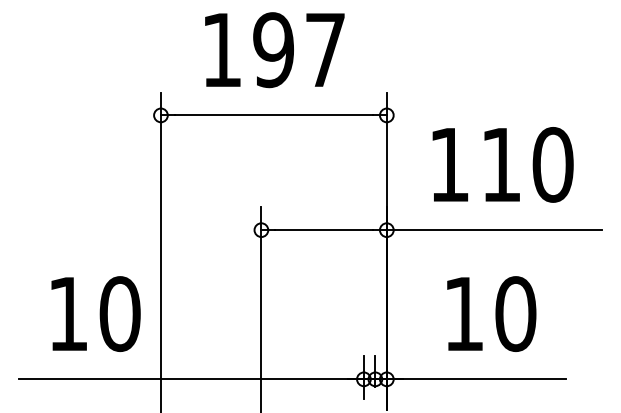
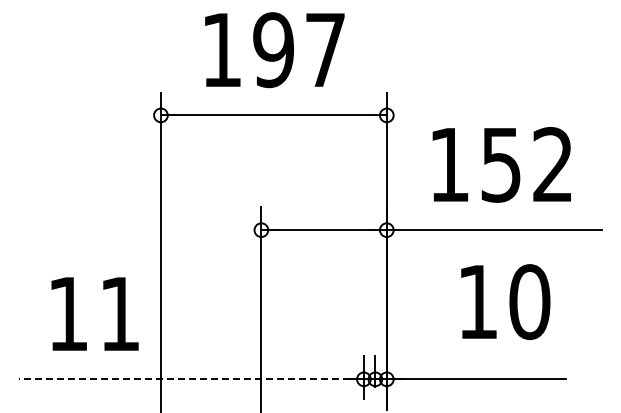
text at (527, 164): 110 -> 152
text at (491, 313) position: (491, 313) -> (505, 301)
text at (119, 314): 10 -> 11
line at (184, 379): solid -> dashed
